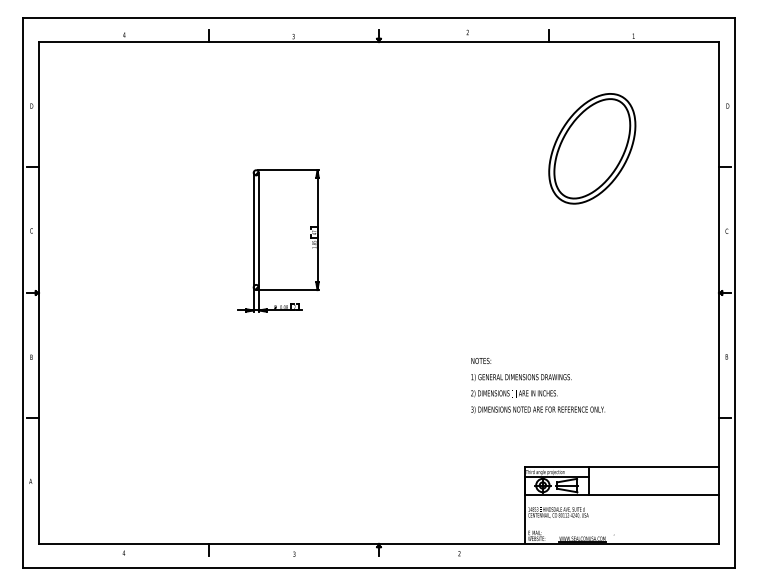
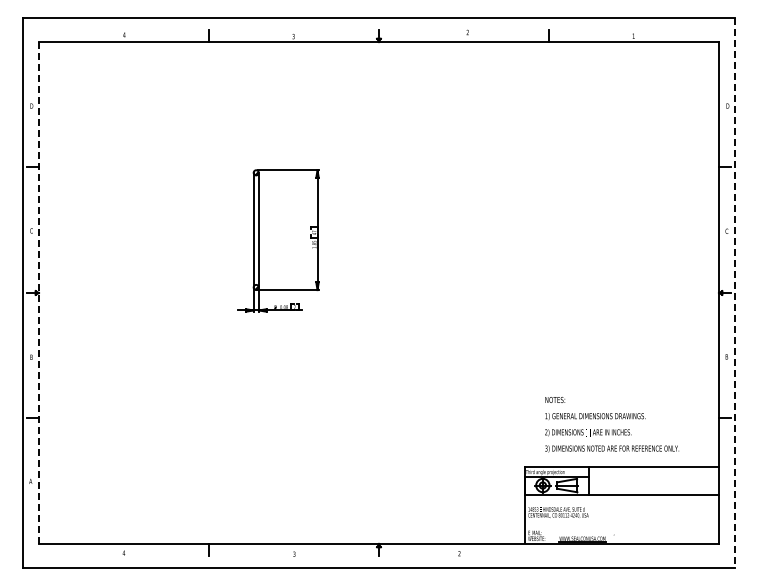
part at (592, 148): present -> none
line at (38, 293): solid -> dashed
line at (735, 293): solid -> dashed
text at (537, 385) position: (537, 385) -> (611, 424)
